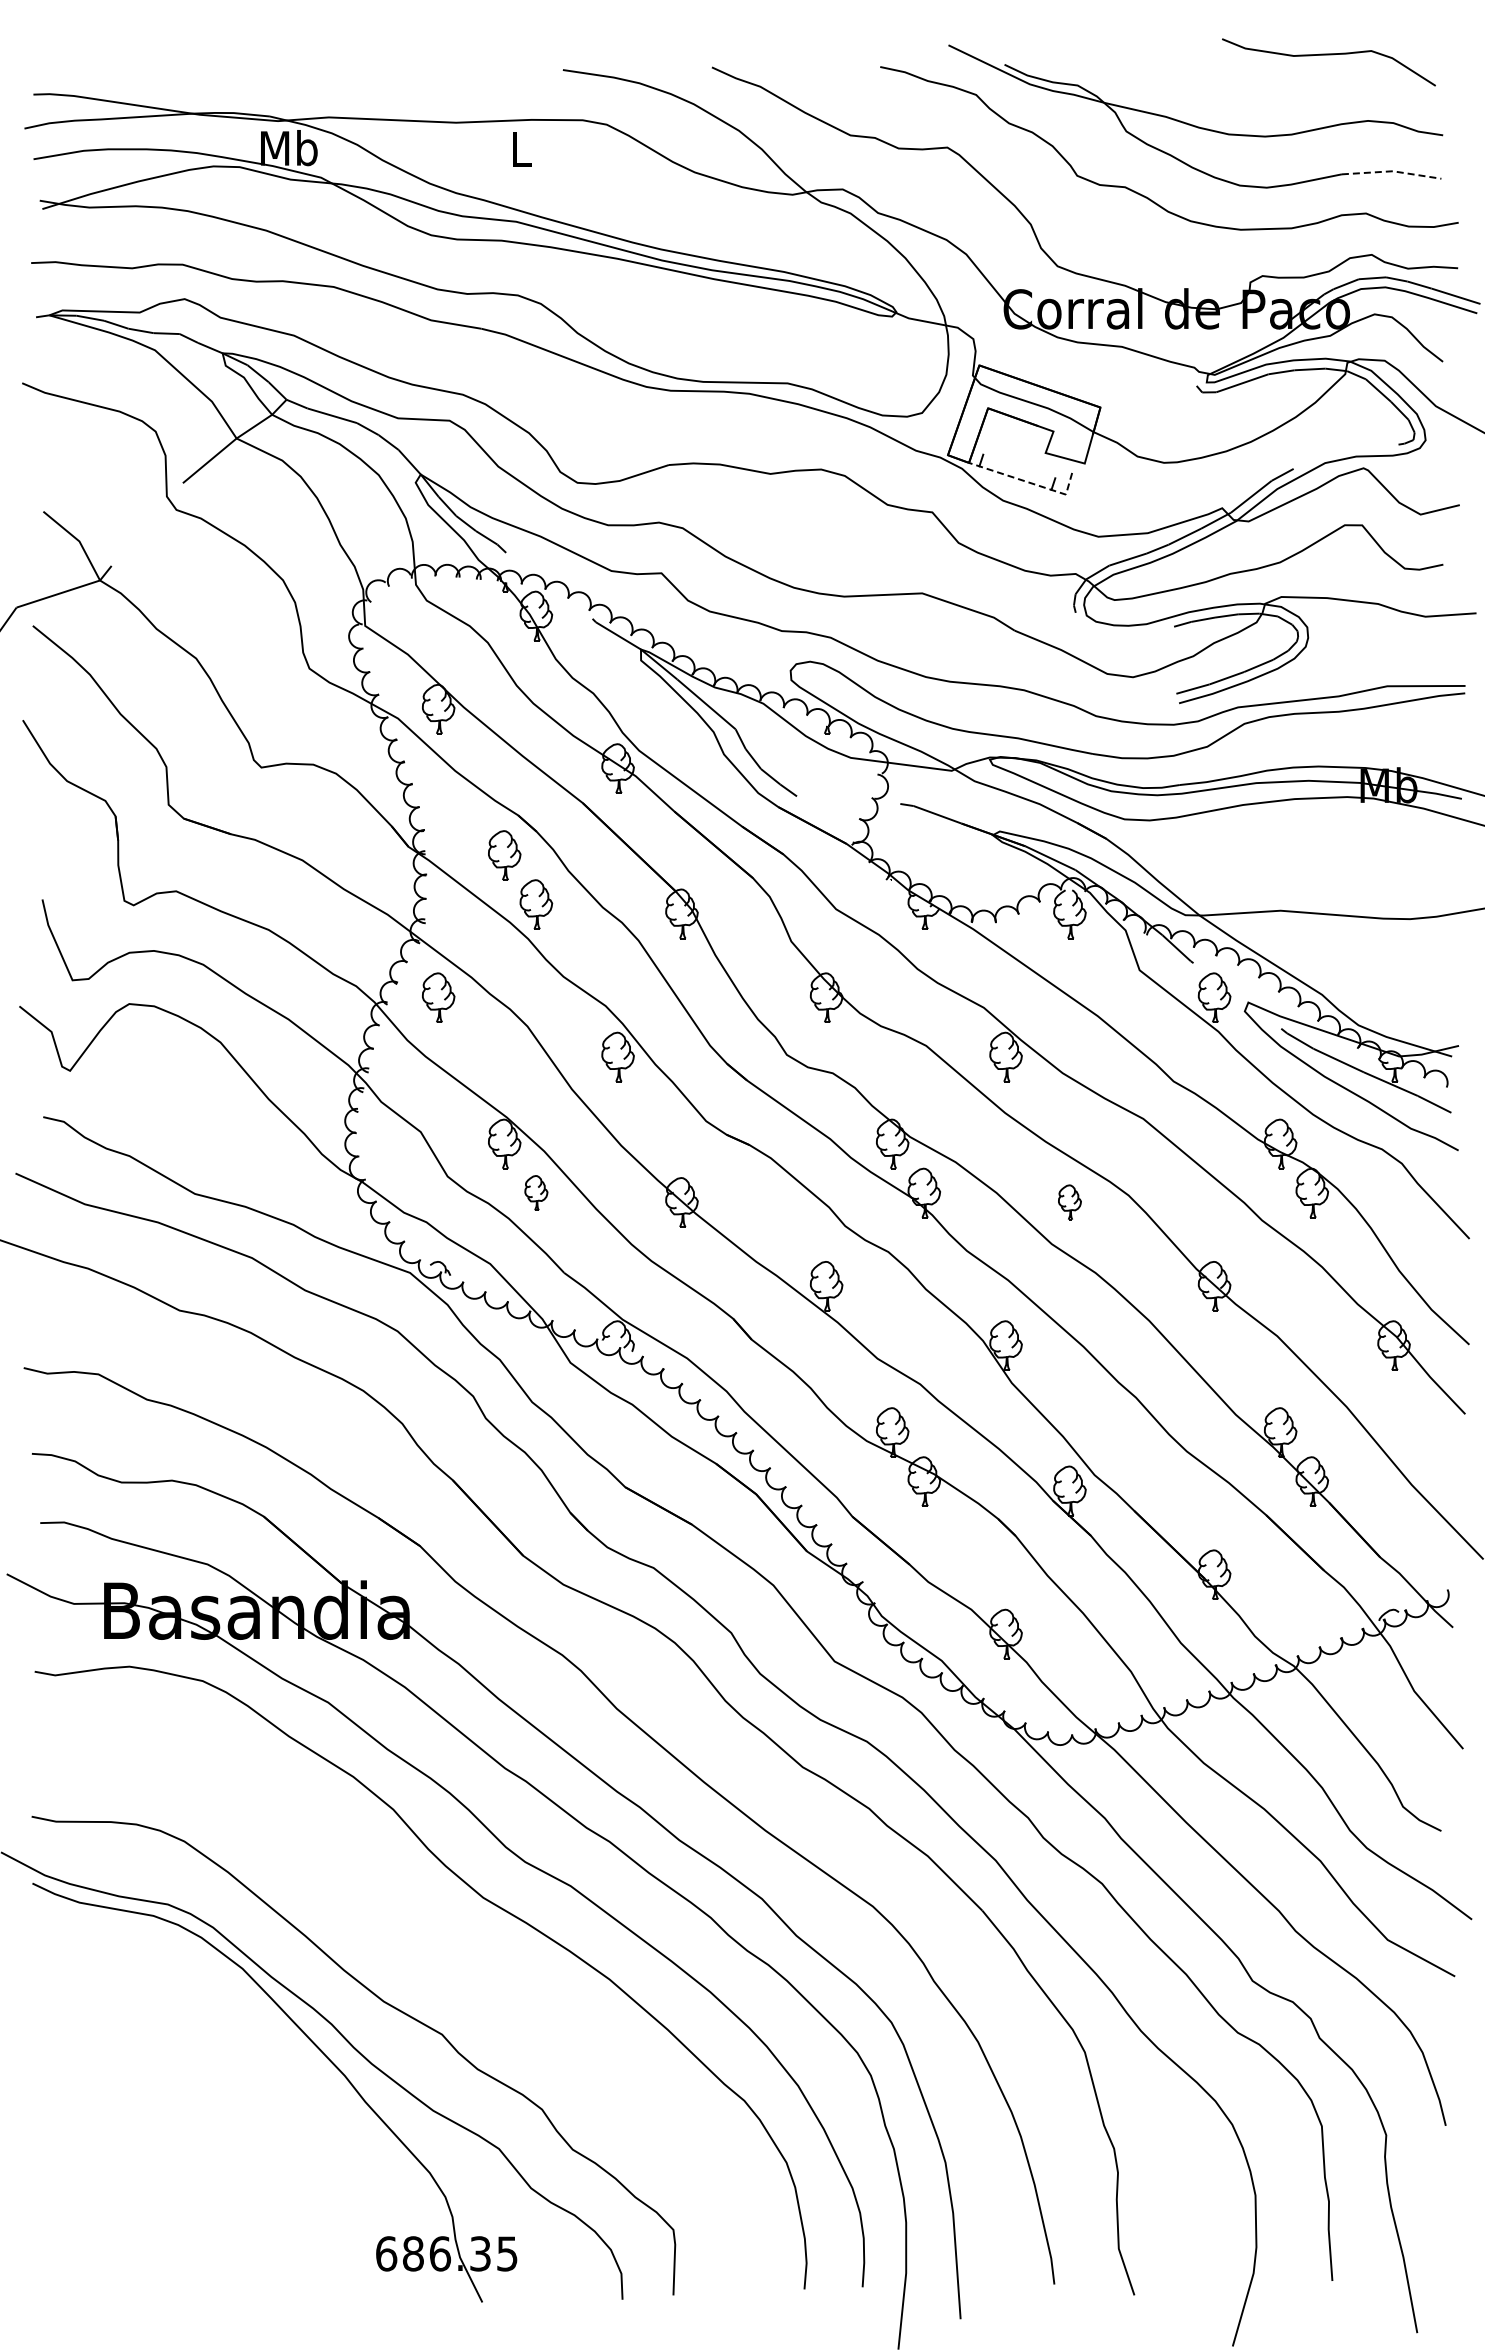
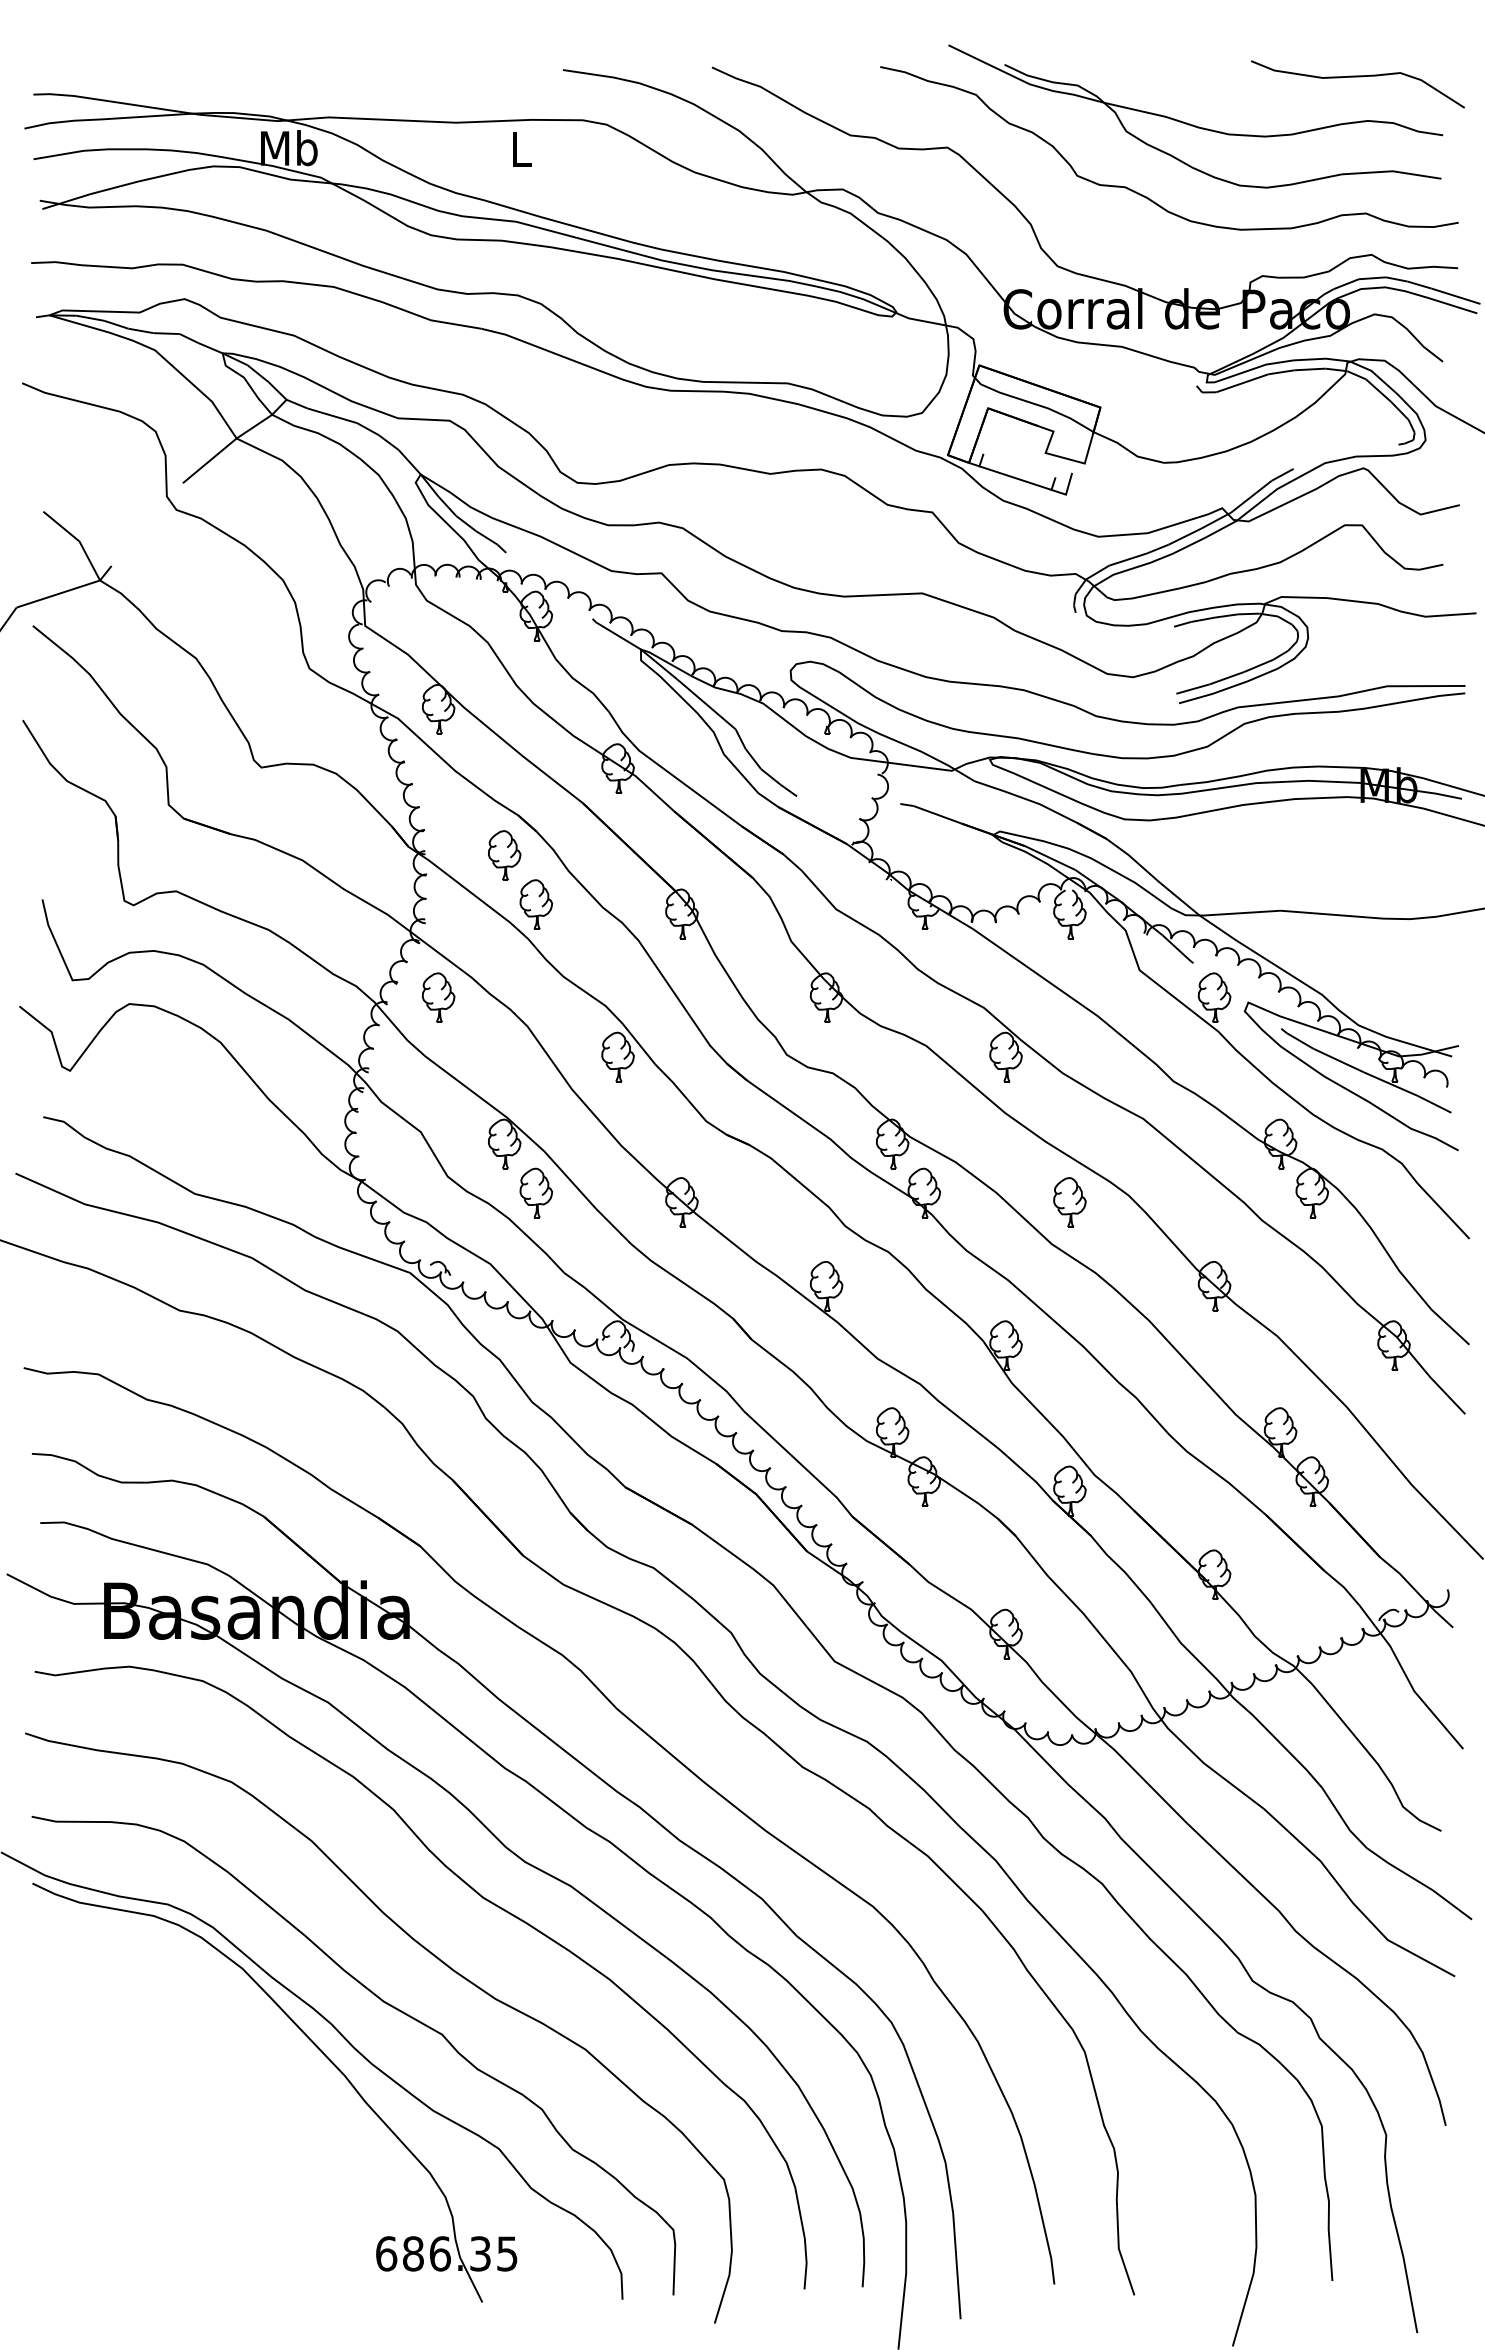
curve at (1328, 55) position: (1328, 55) -> (1357, 77)
line at (1392, 171): dashed -> solid
line at (1028, 482): dashed -> solid
part at (536, 1192) size: 25x36 px -> 35x52 px
part at (1069, 1202) size: 24x37 px -> 34x51 px
curve at (432, 1955): none -> present
